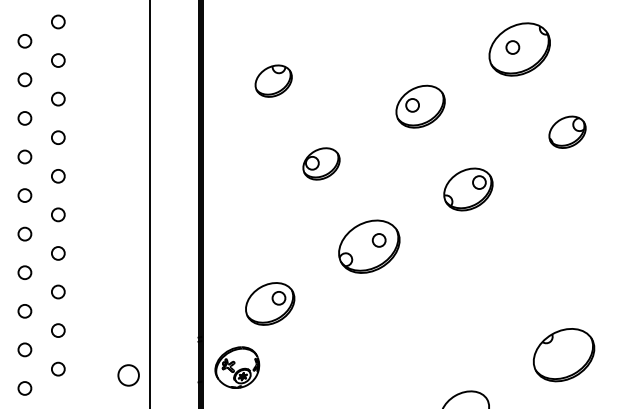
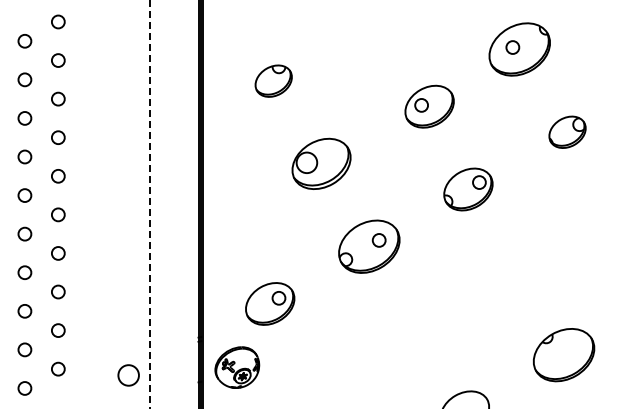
part at (420, 106) position: (420, 106) -> (429, 106)
part at (321, 163) size: 39x34 px -> 61x53 px
line at (149, 204): solid -> dashed
